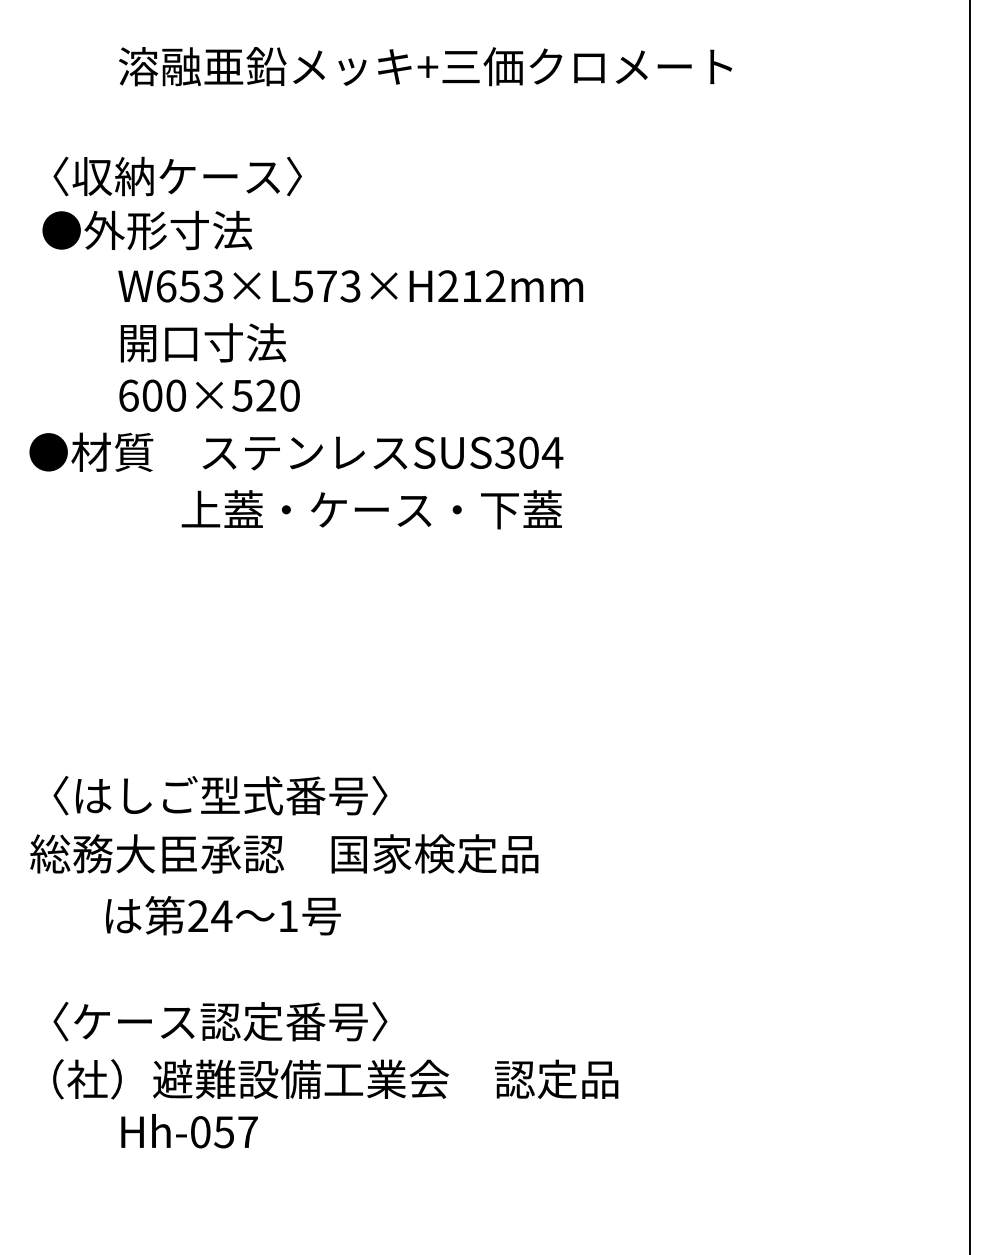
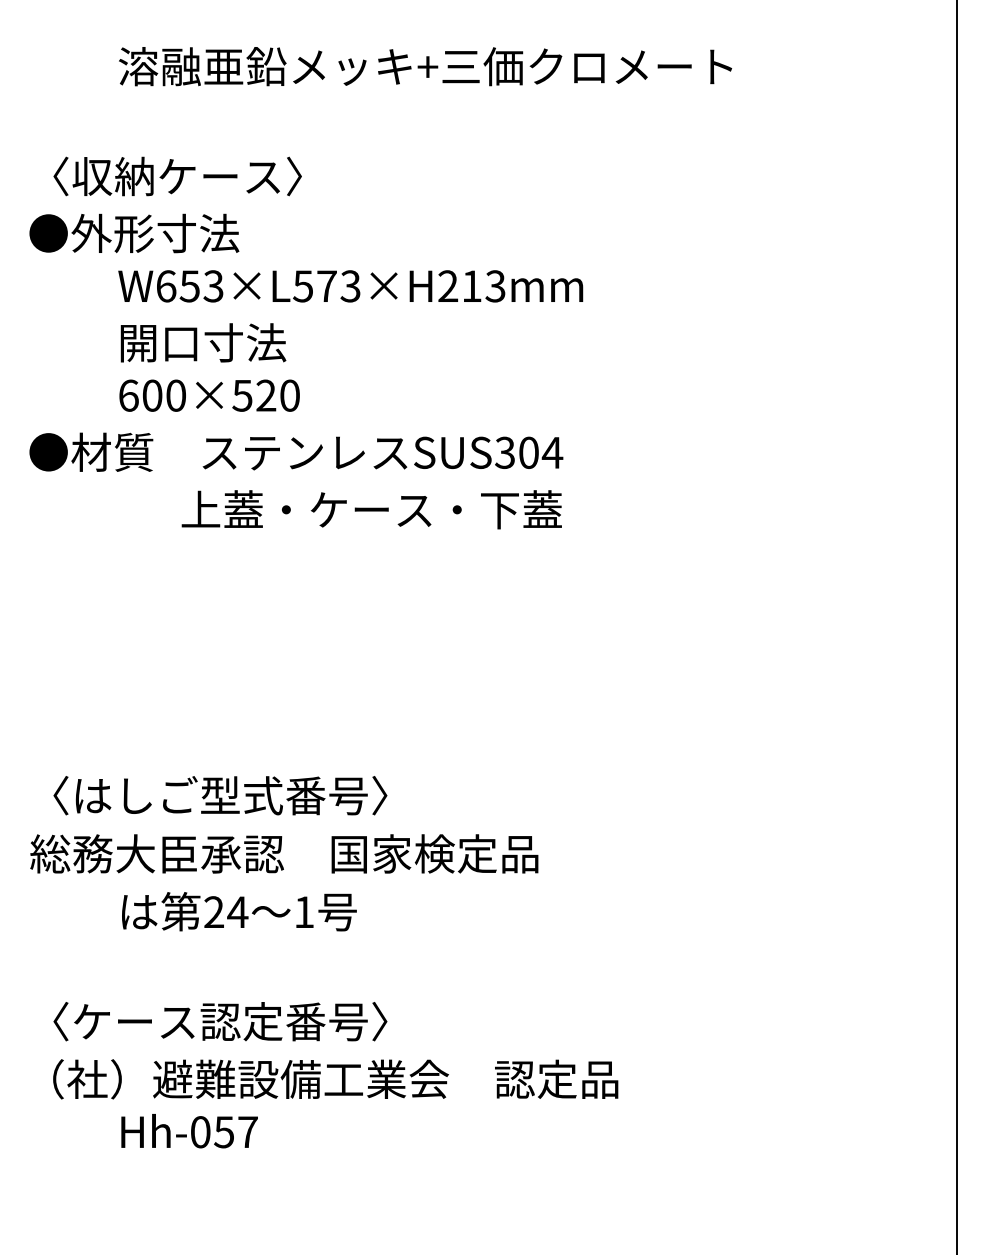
text at (147, 230) position: (147, 230) -> (134, 233)
text at (495, 286): W653×L573×H212mm -> W653×L573×H213mm
line at (969, 626) position: (969, 626) -> (956, 626)
text at (223, 915) position: (223, 915) -> (239, 911)
